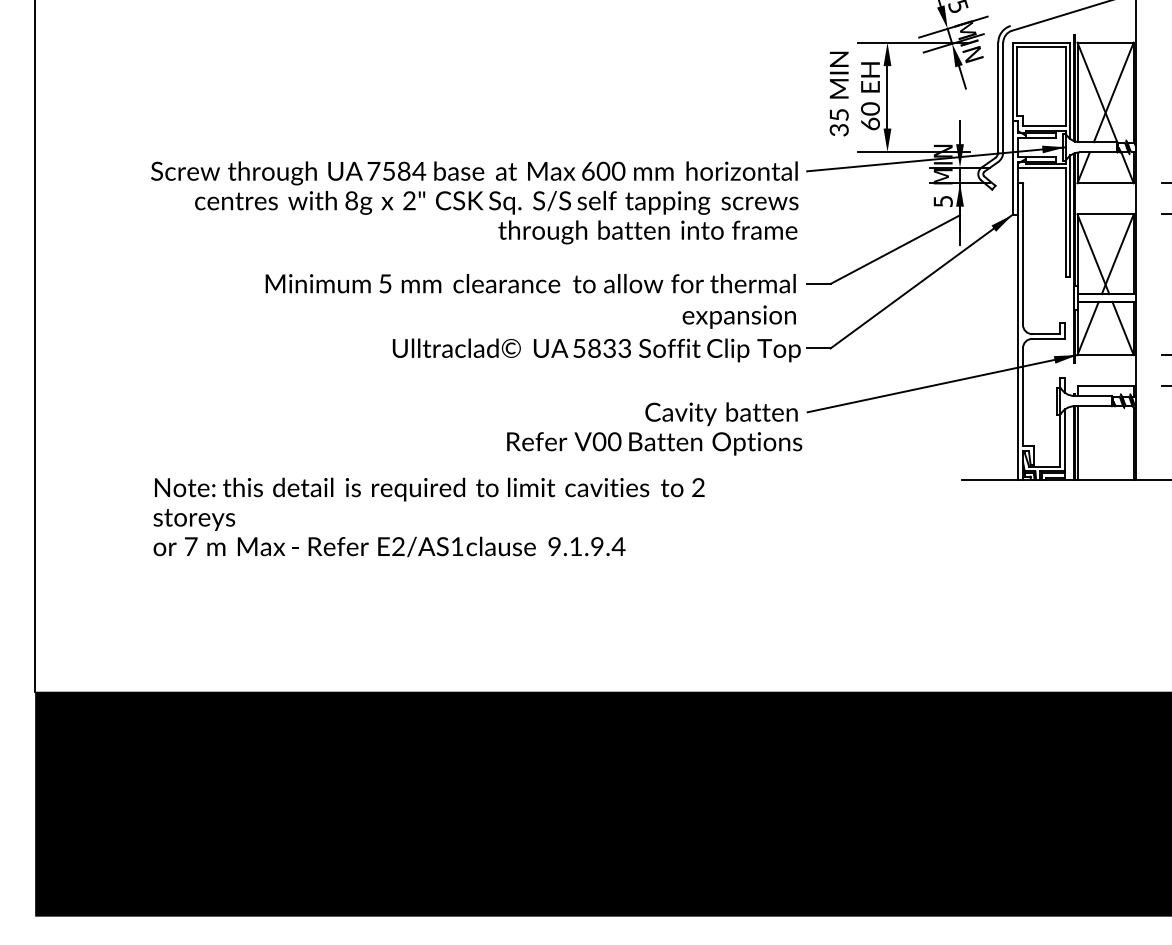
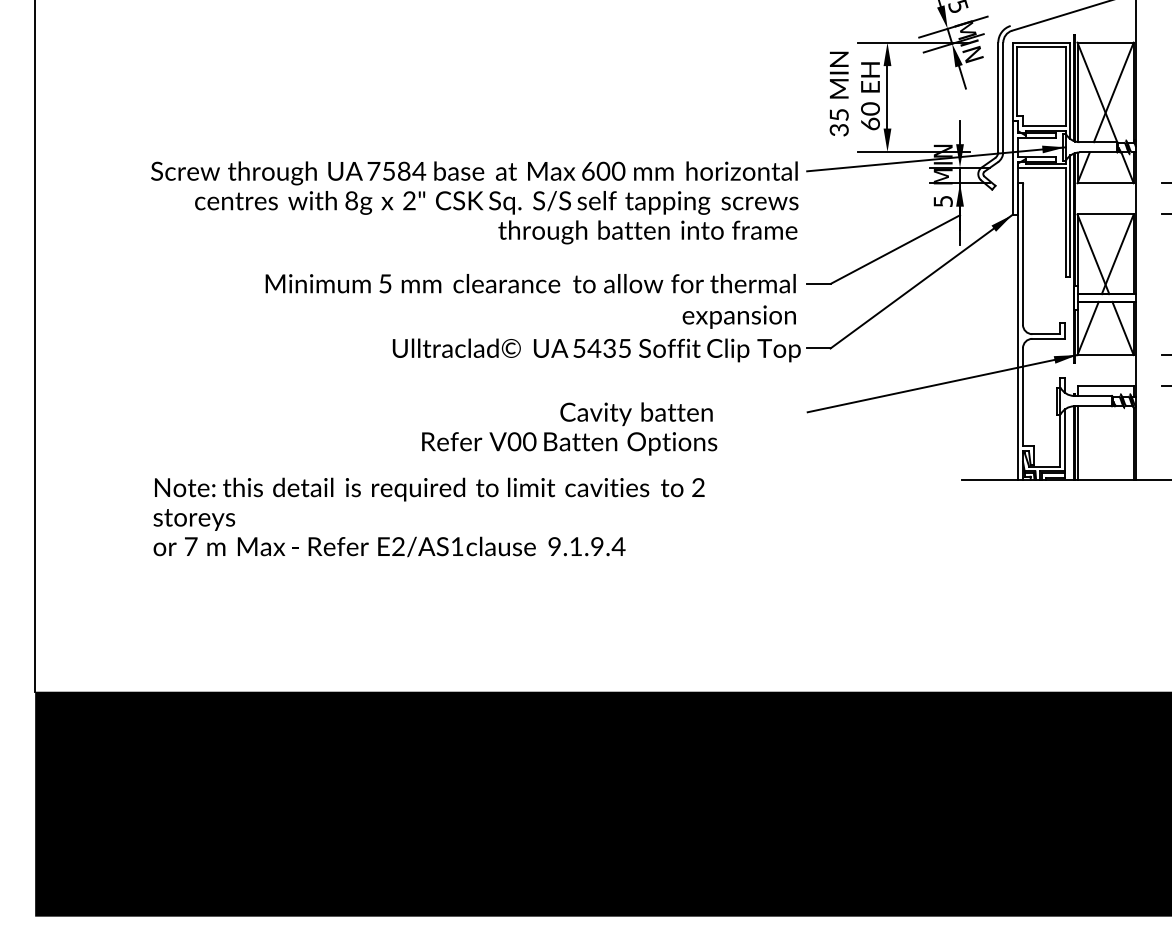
text at (608, 348): 5833 -> 5435
text at (654, 428) position: (654, 428) -> (569, 428)
